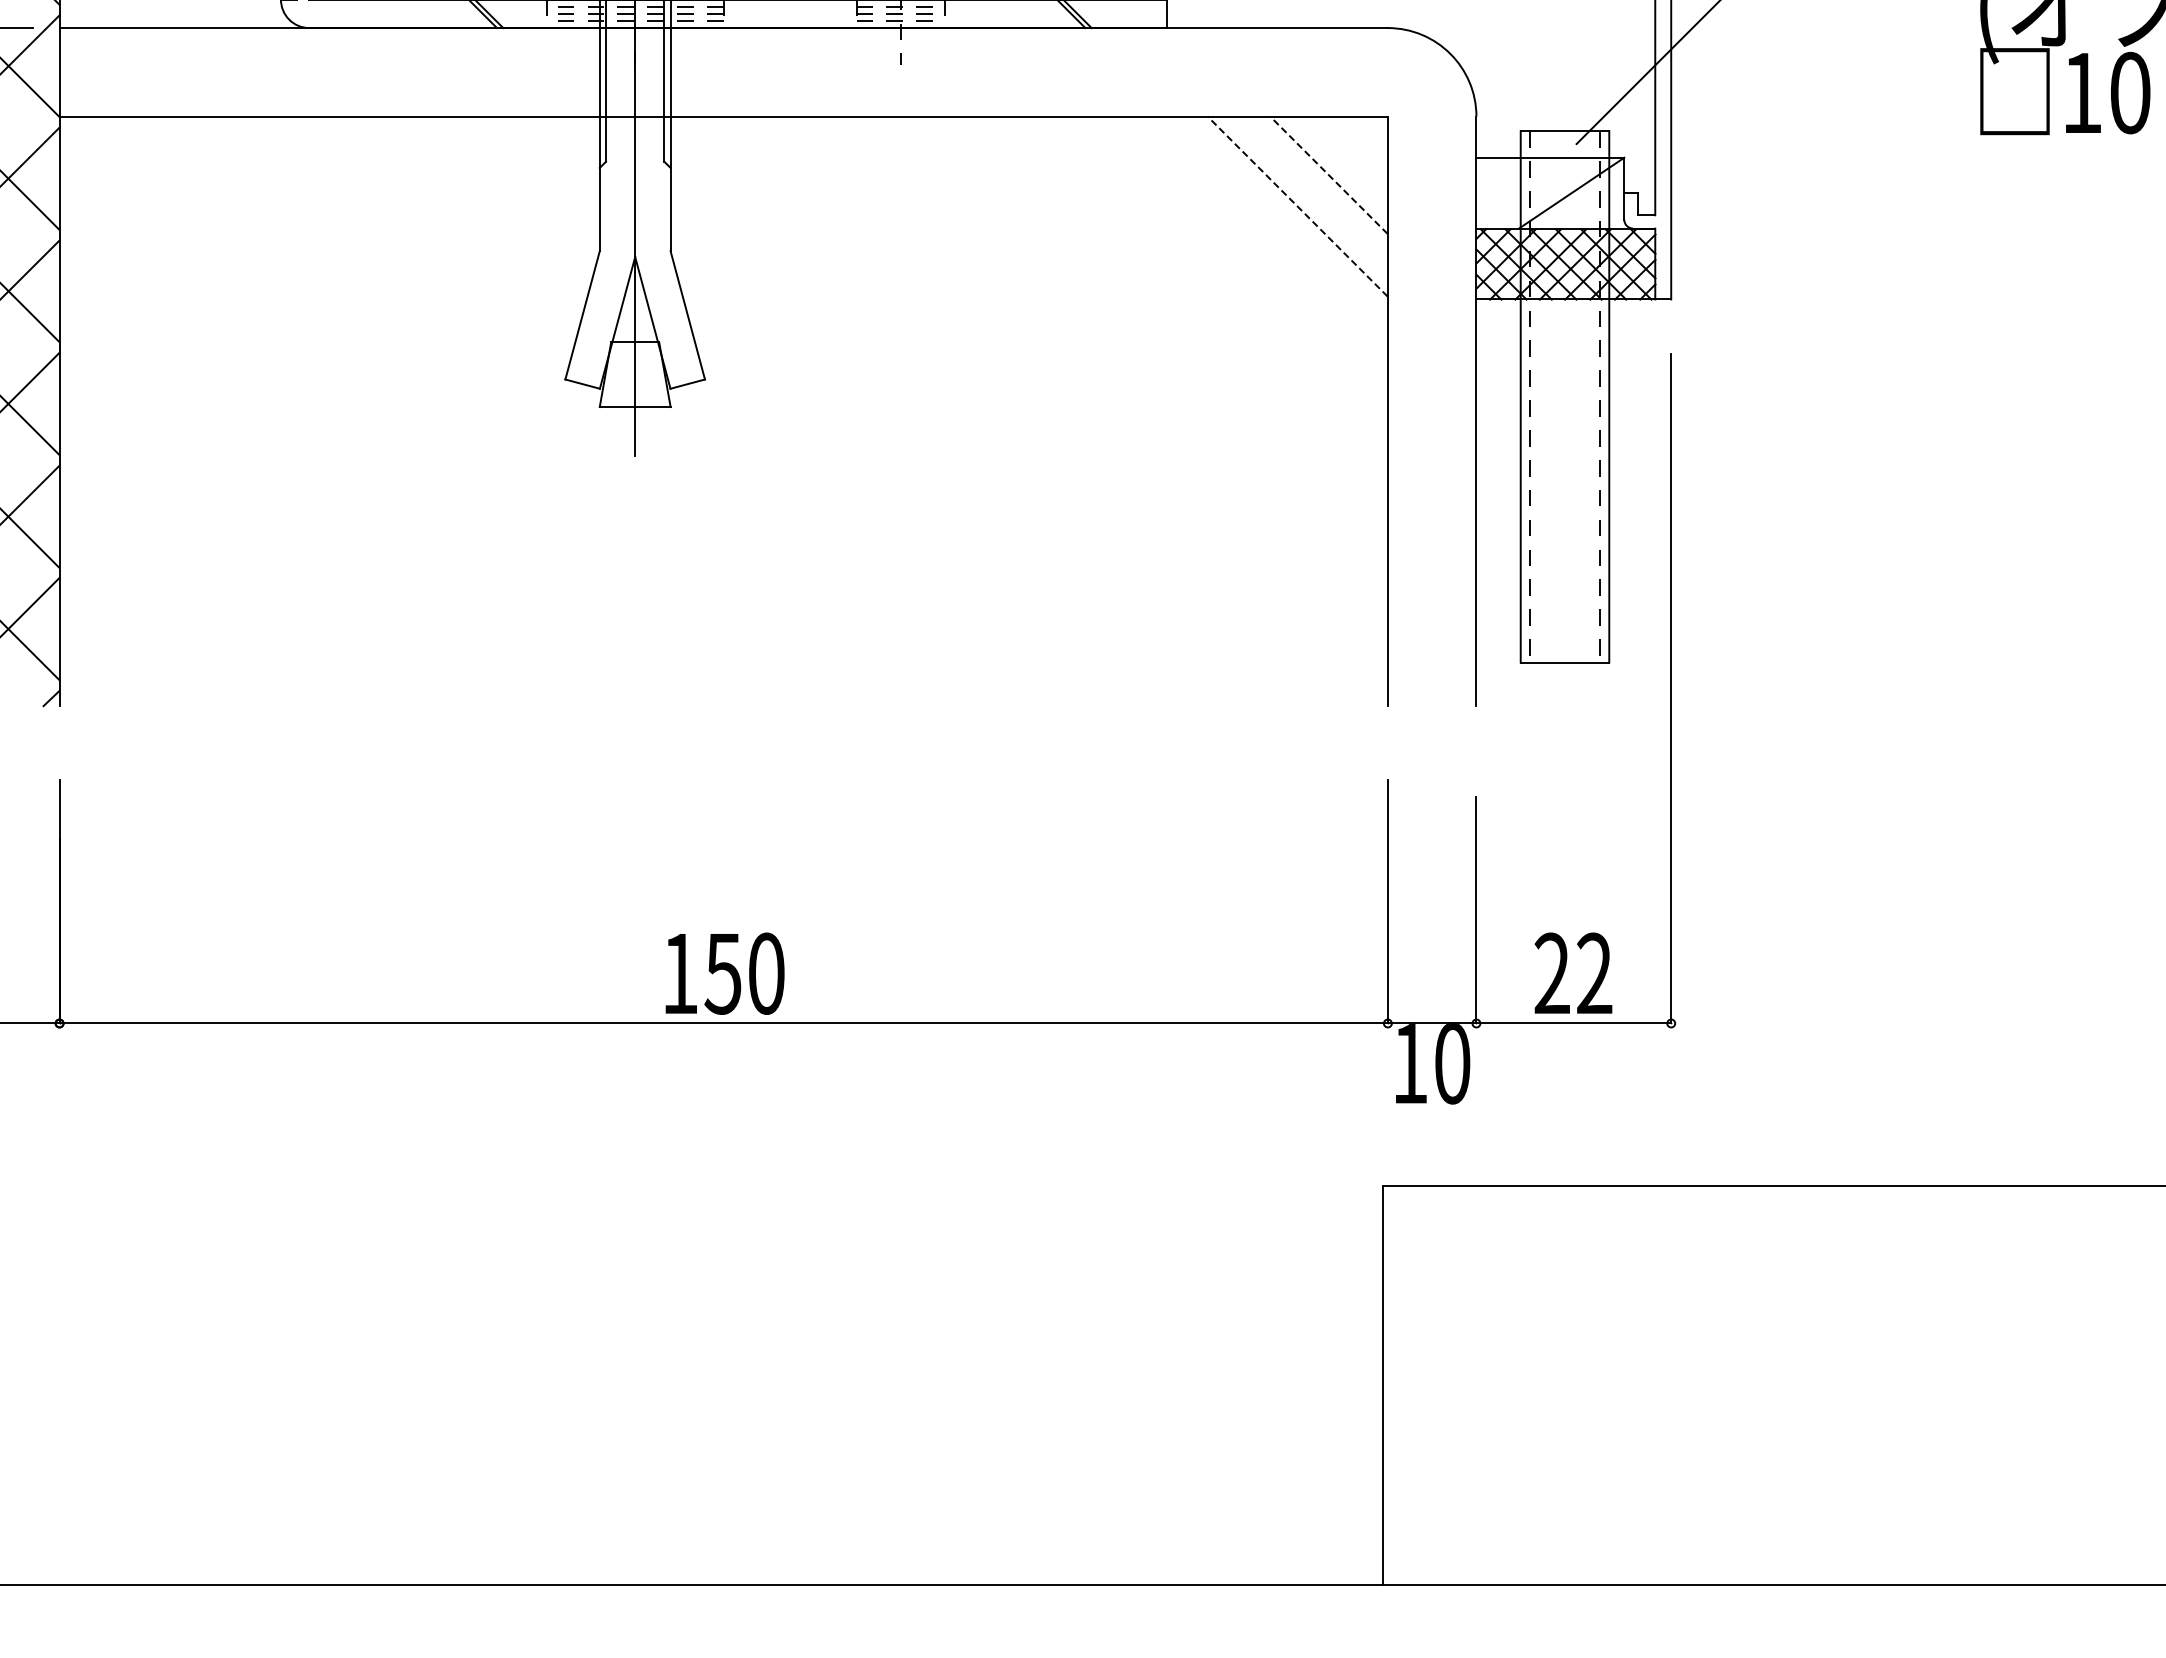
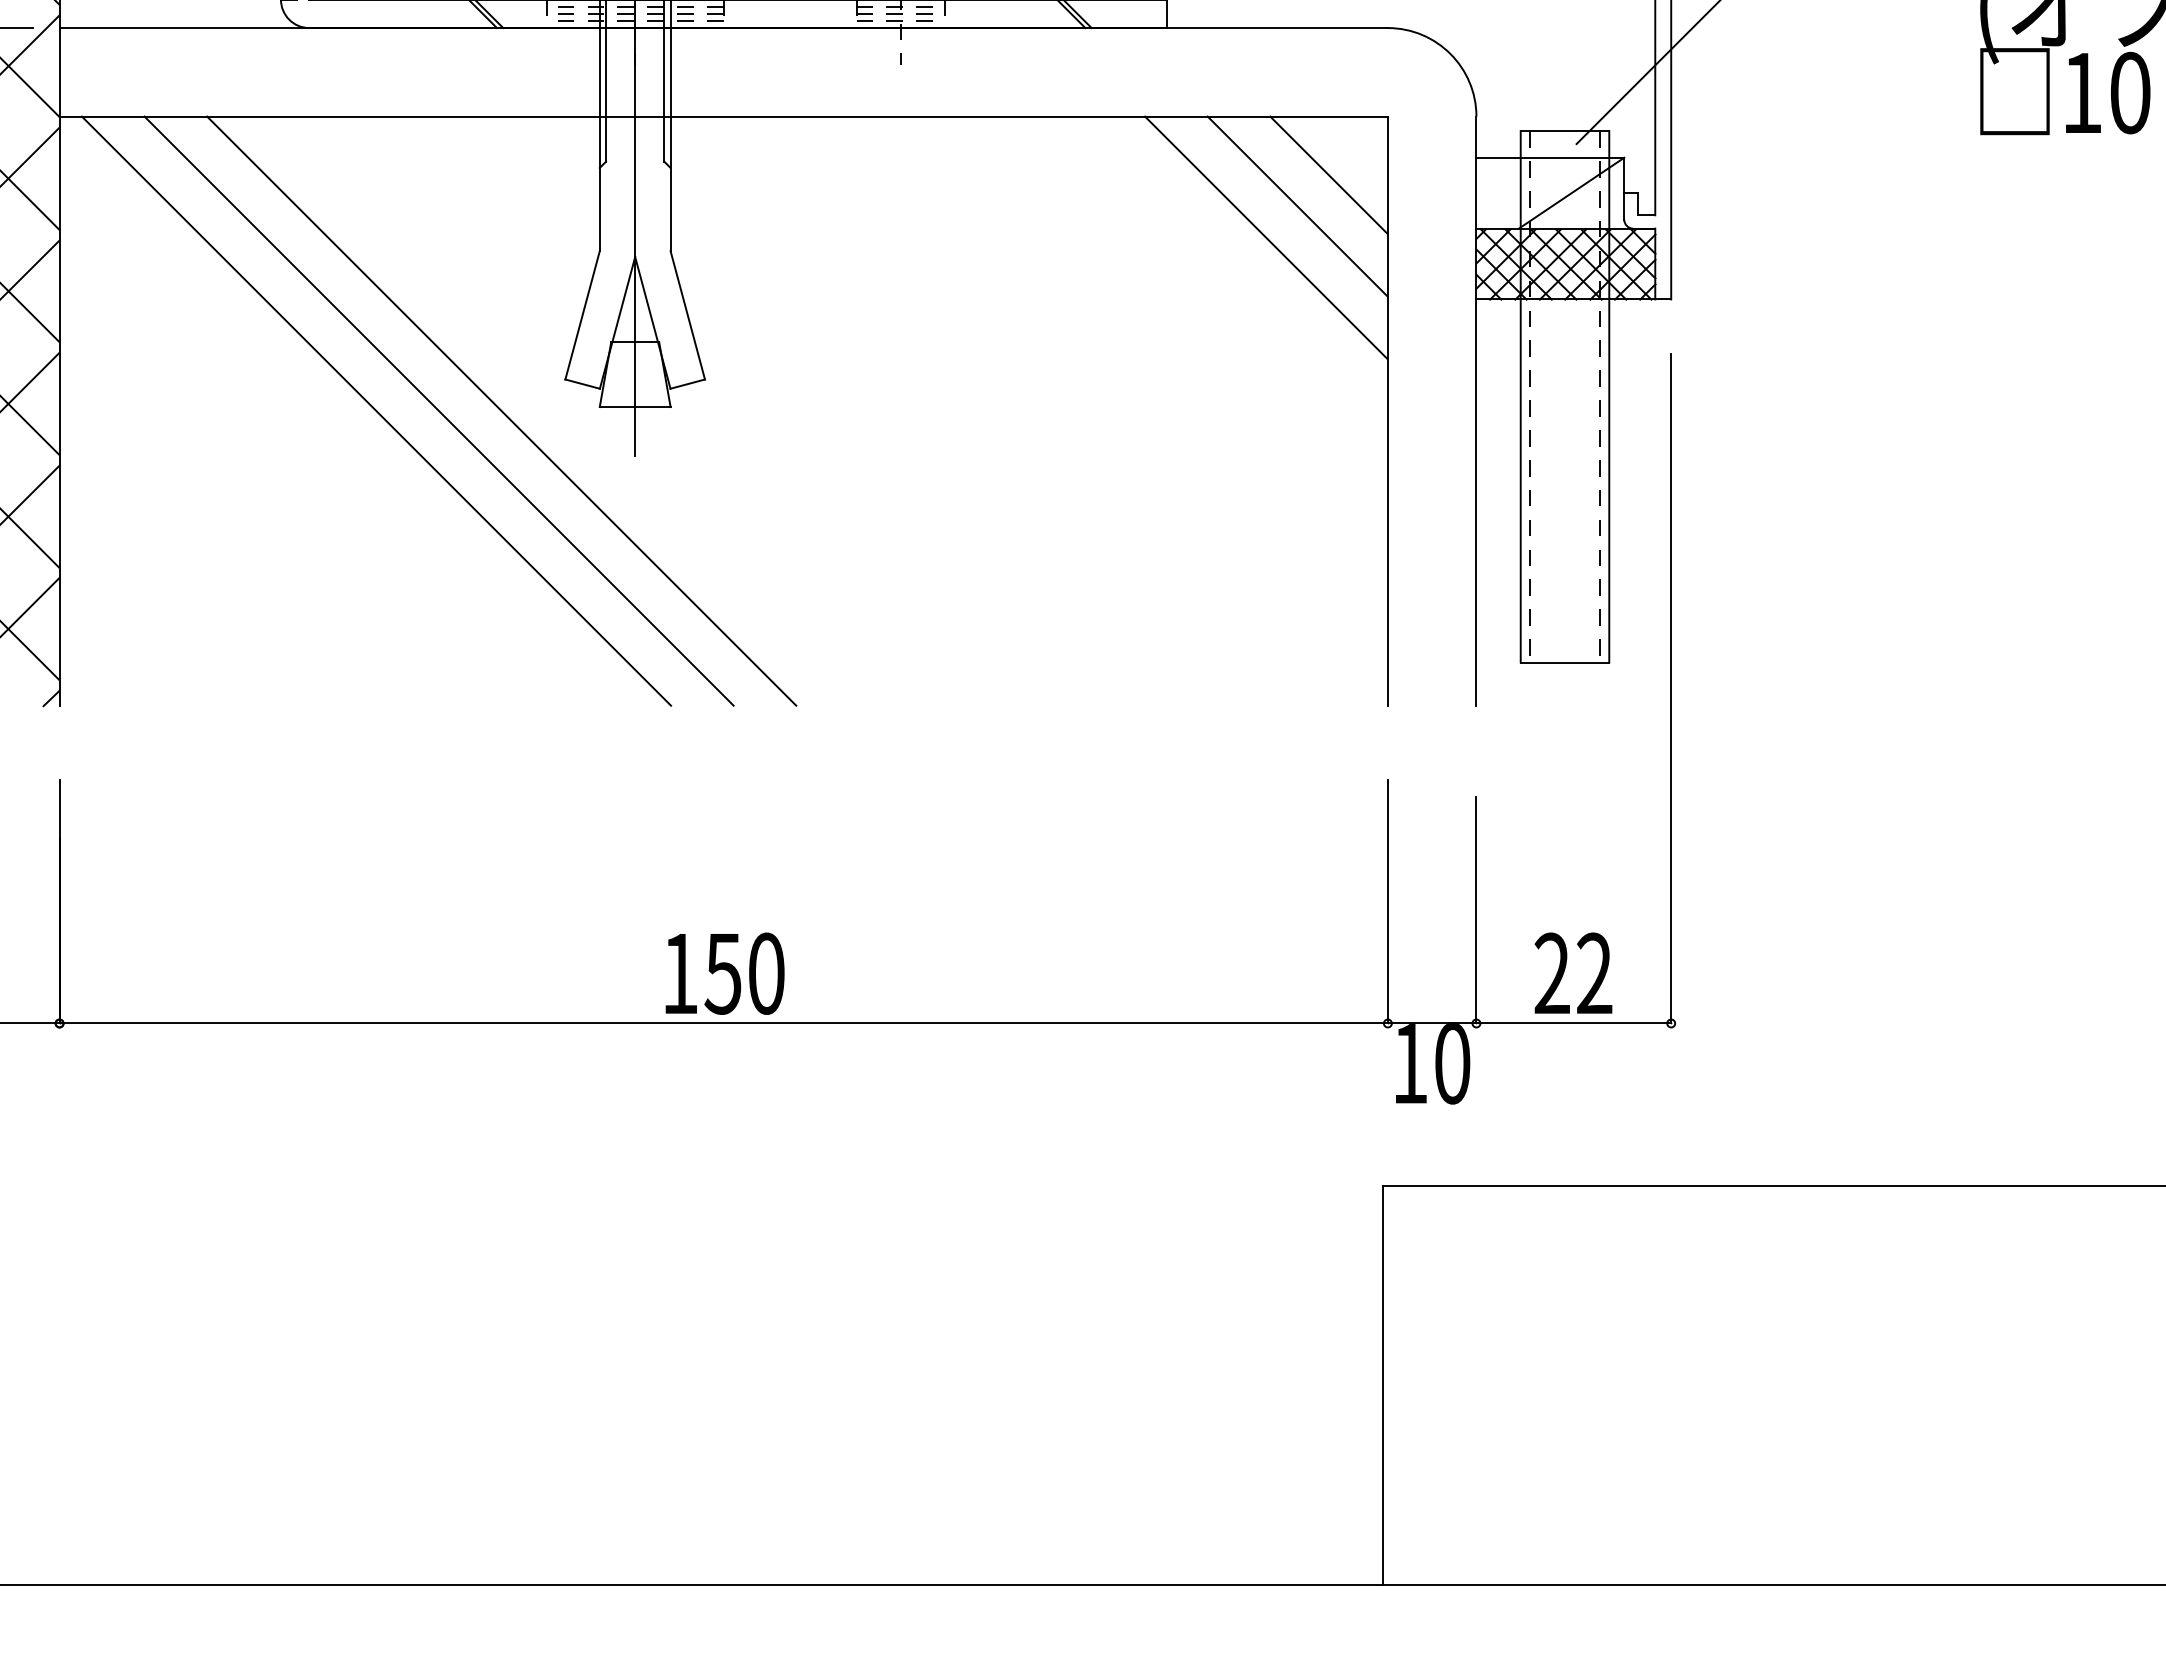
line at (1328, 175): dashed -> solid
line at (1297, 206): dashed -> solid
line at (1266, 237): none -> present
line at (376, 410): none -> present
line at (438, 410): none -> present
line at (501, 410): none -> present
